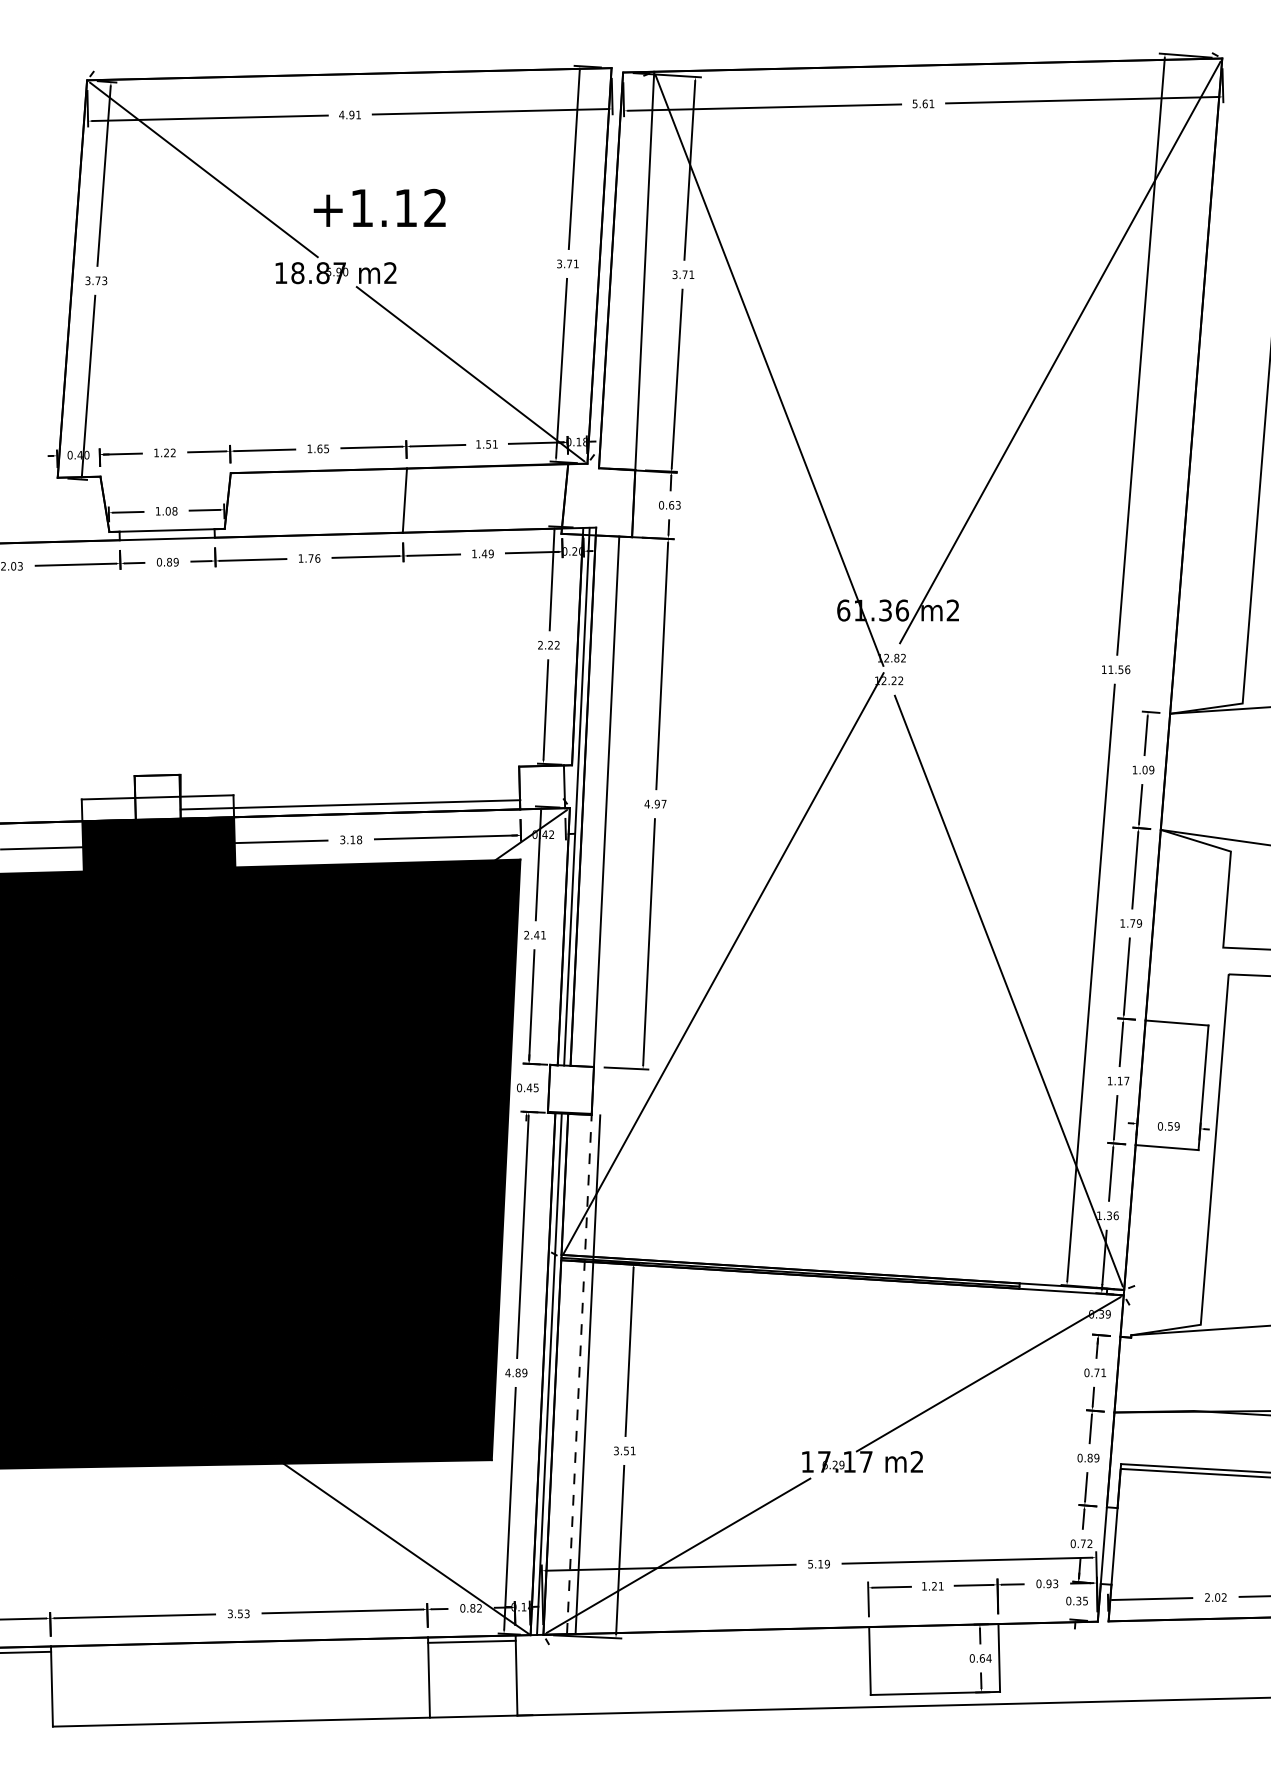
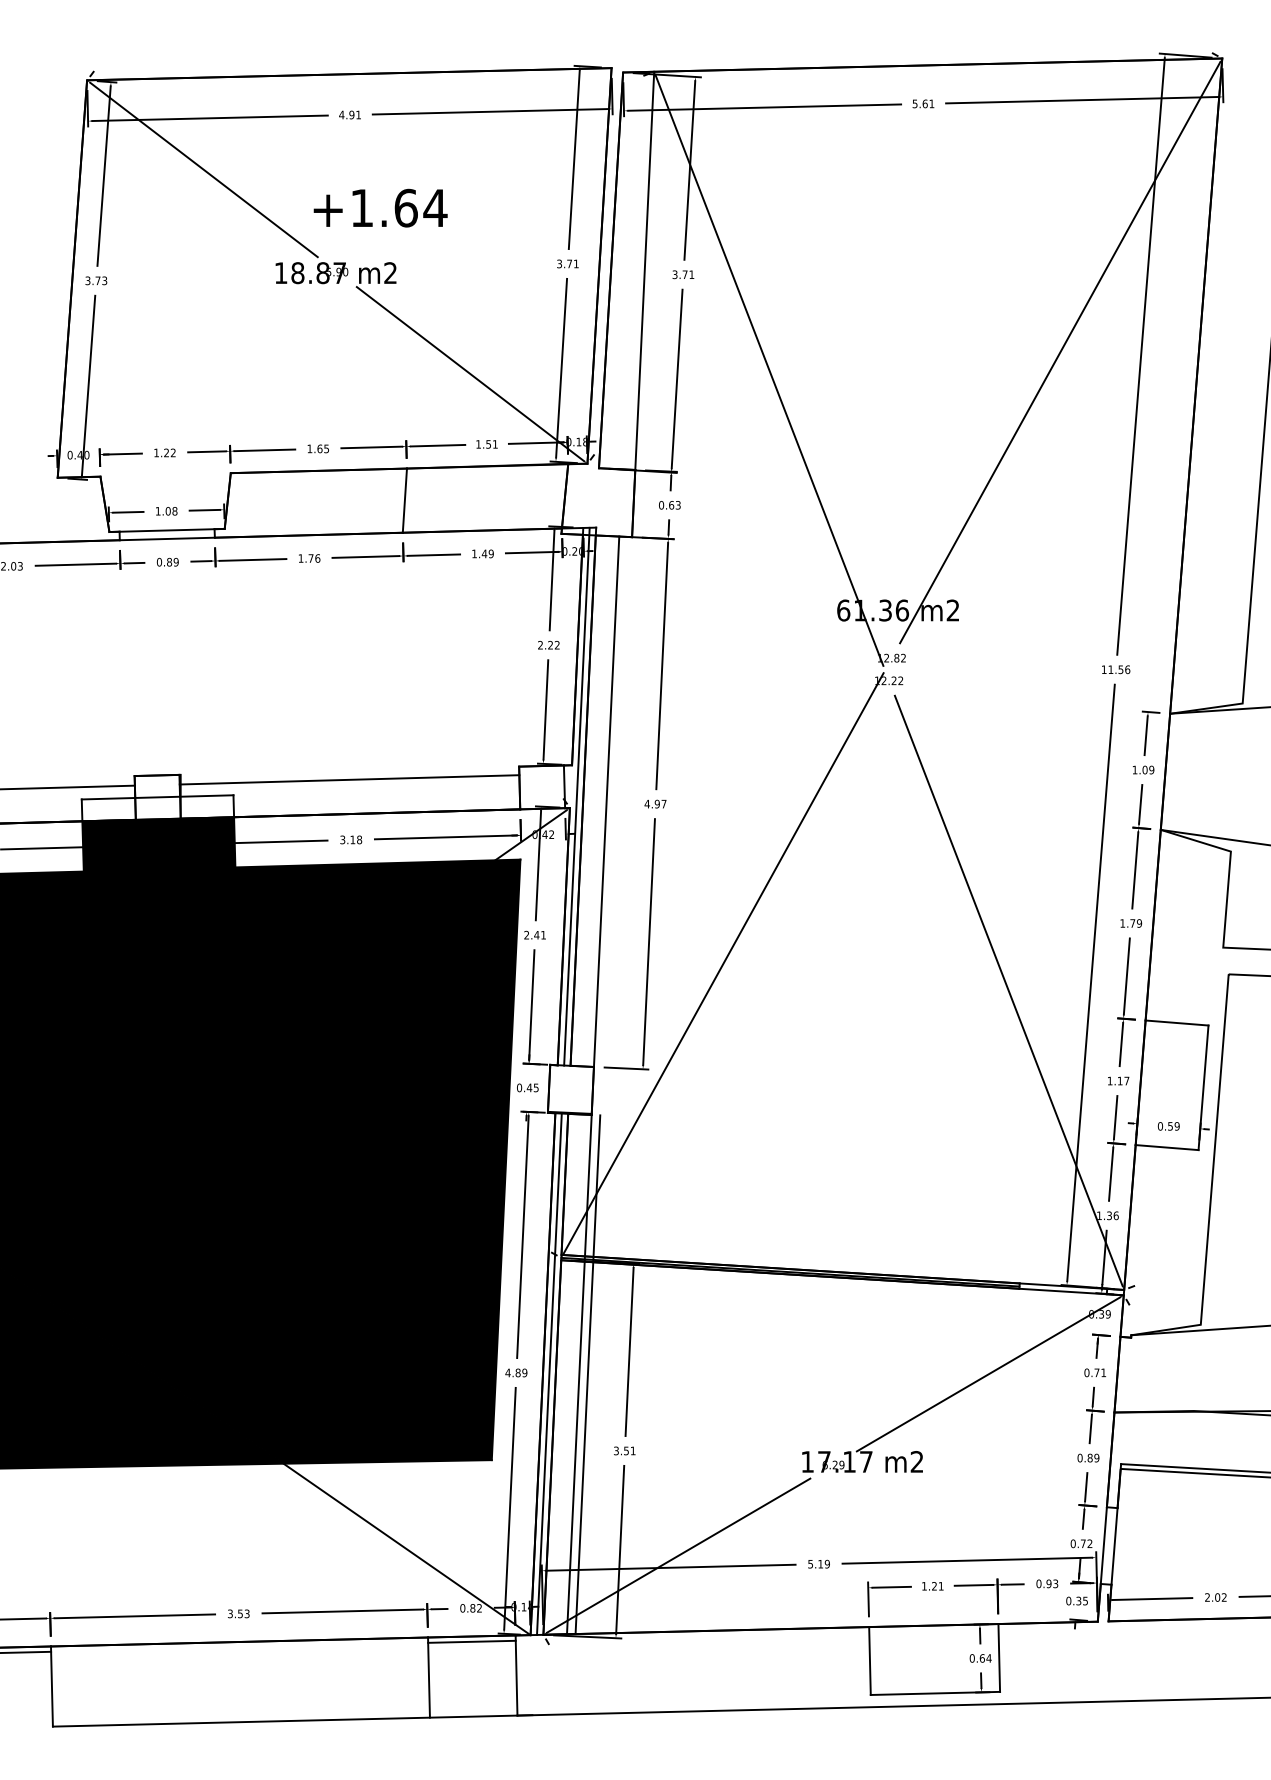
text at (420, 207): +1.12 -> +1.64
line at (68, 787): none -> present
line at (350, 804) position: (350, 804) -> (349, 779)
line at (579, 1374): dashed -> solid
